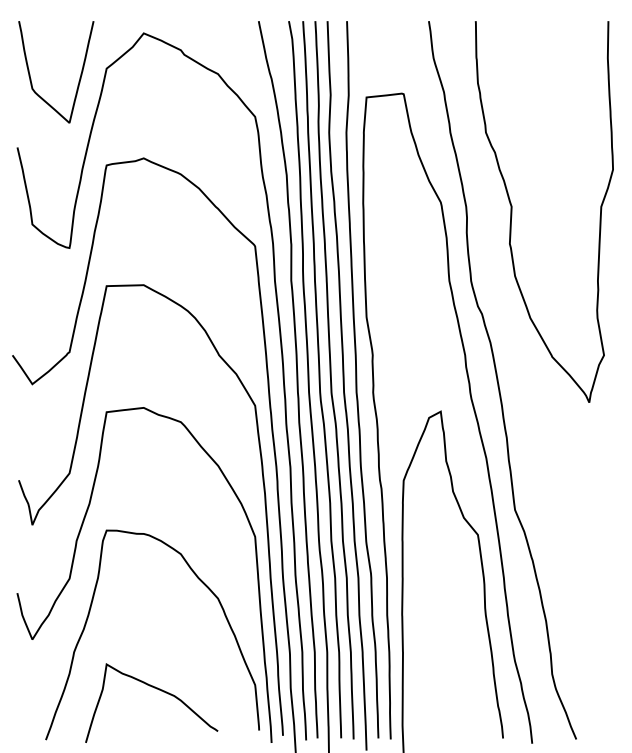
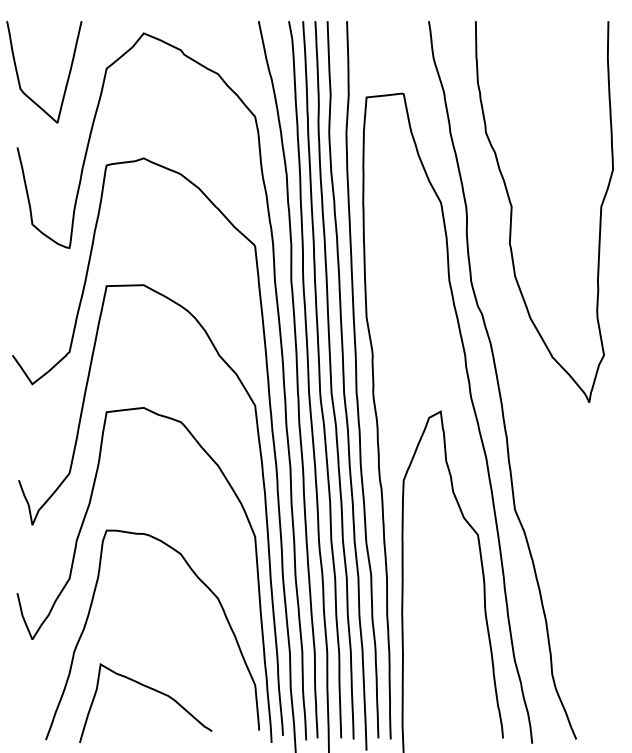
curve at (79, 77) position: (79, 77) -> (67, 77)
curve at (156, 689) position: (156, 689) -> (150, 689)
